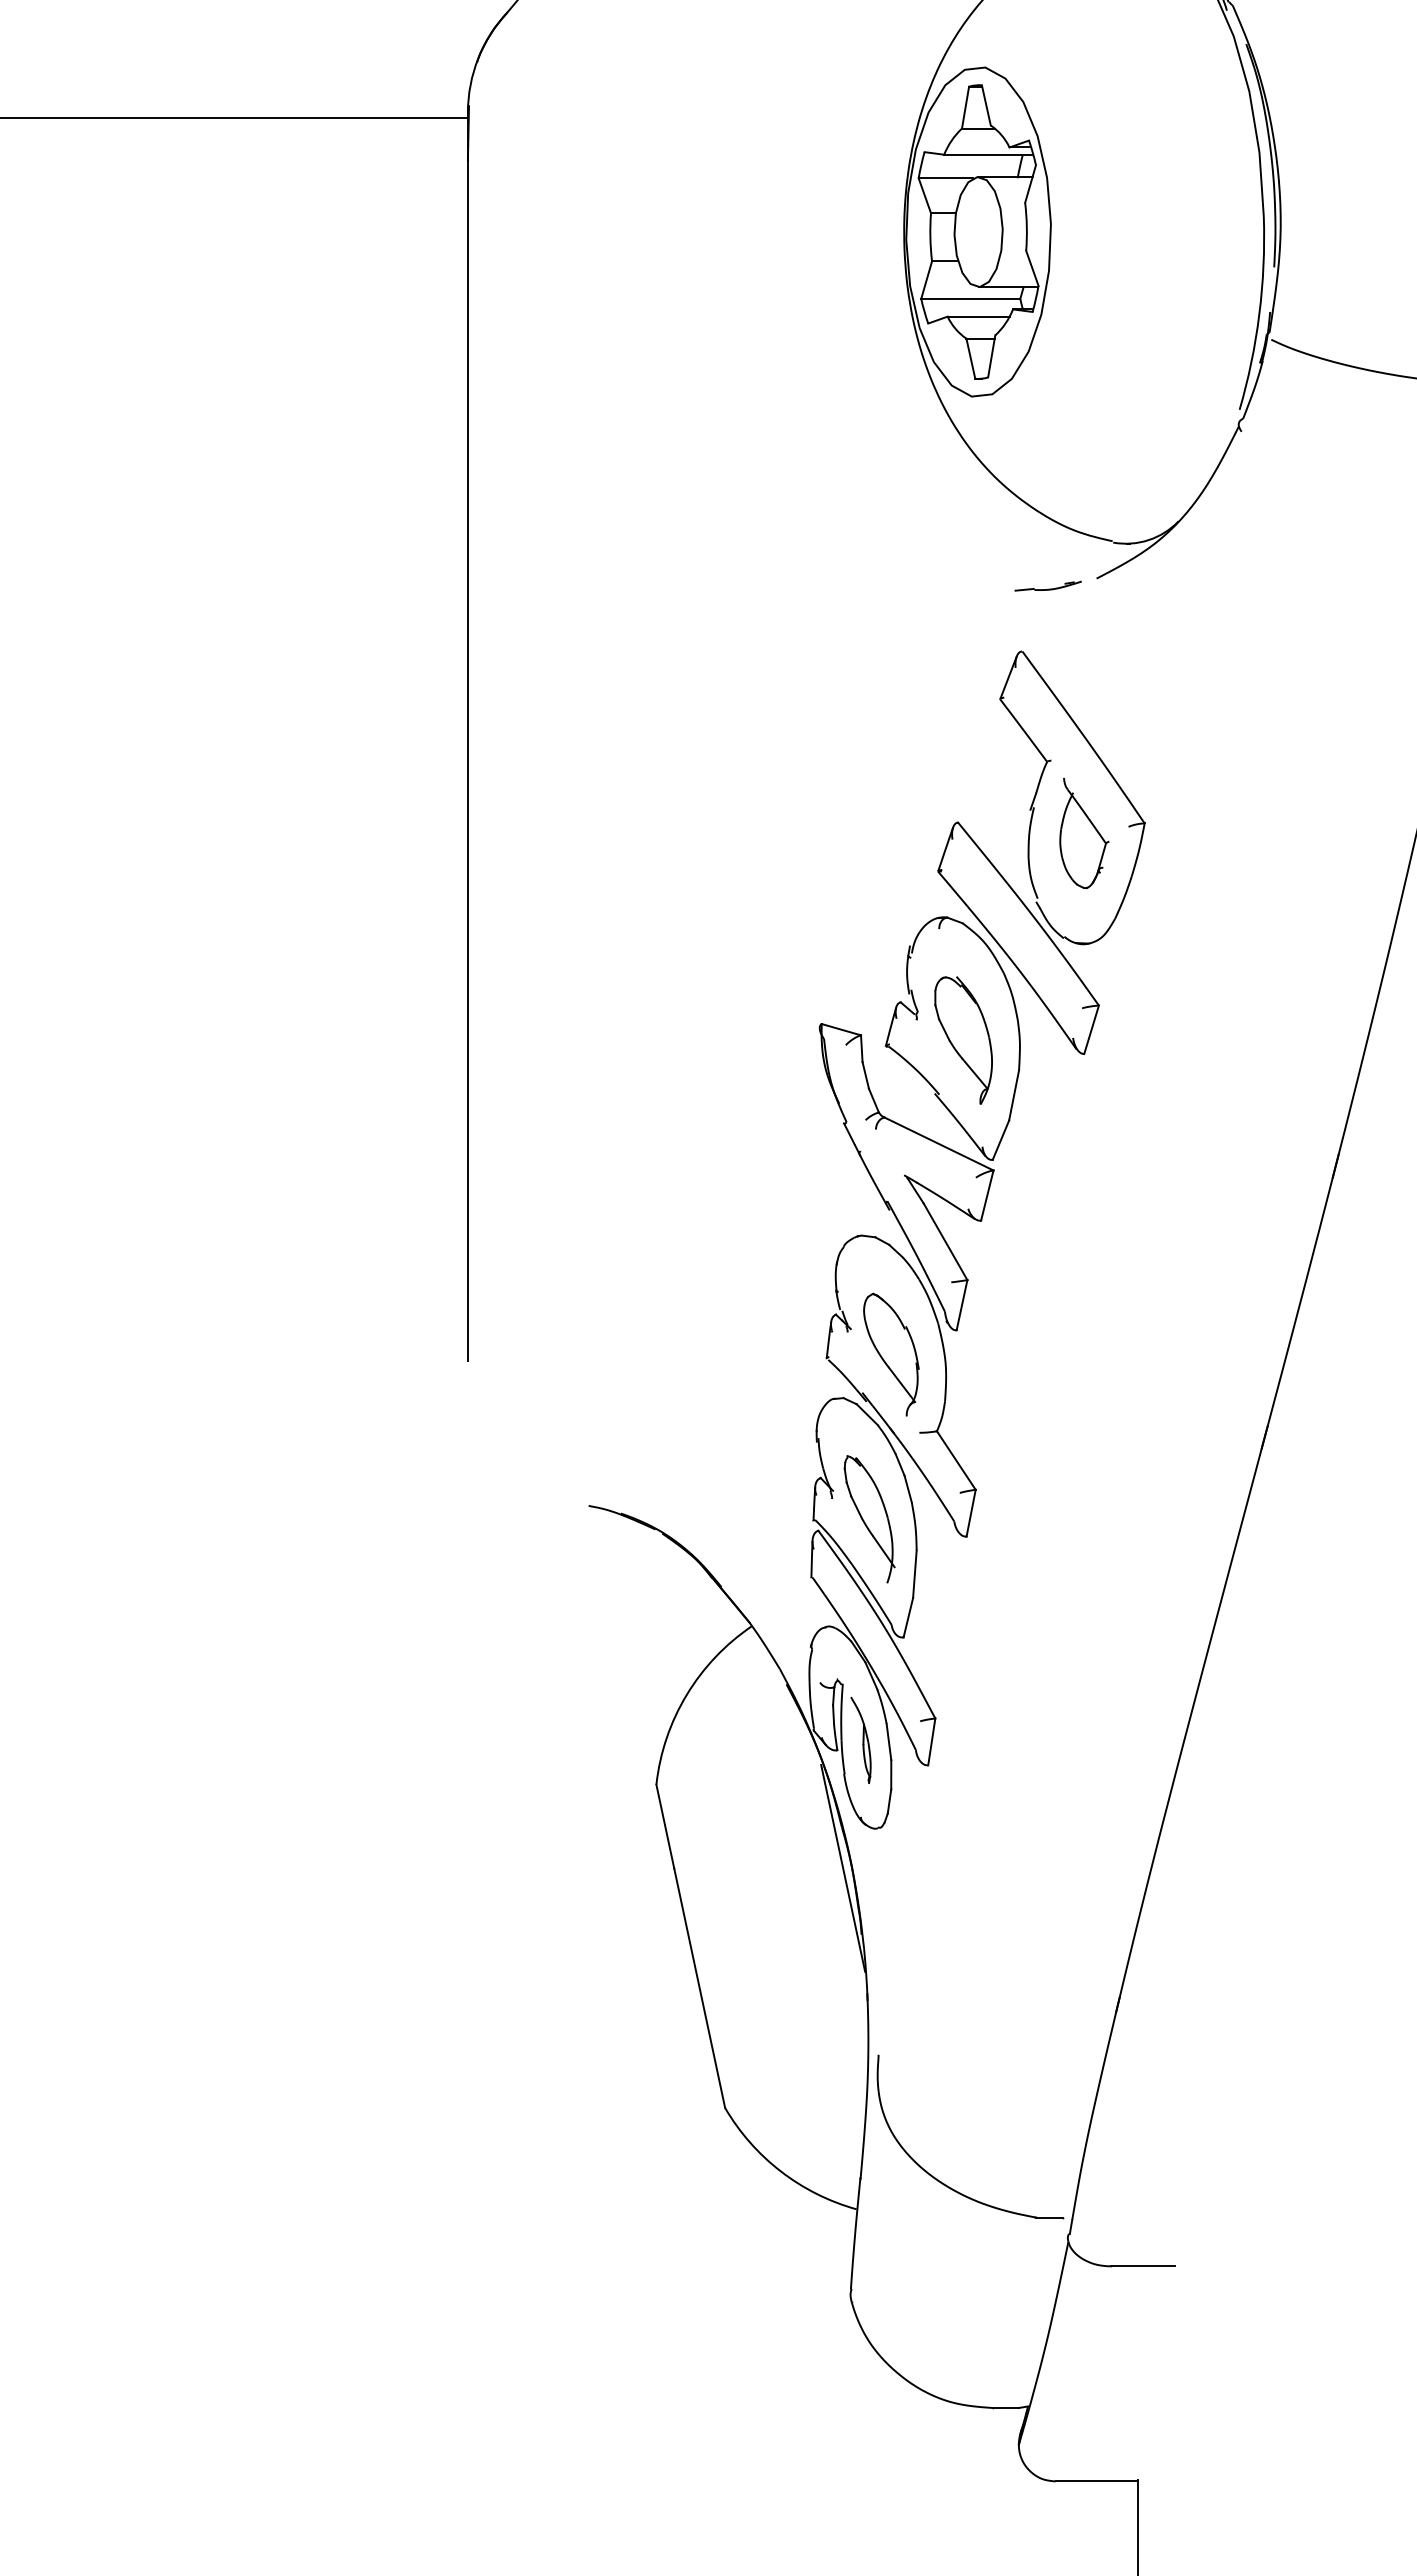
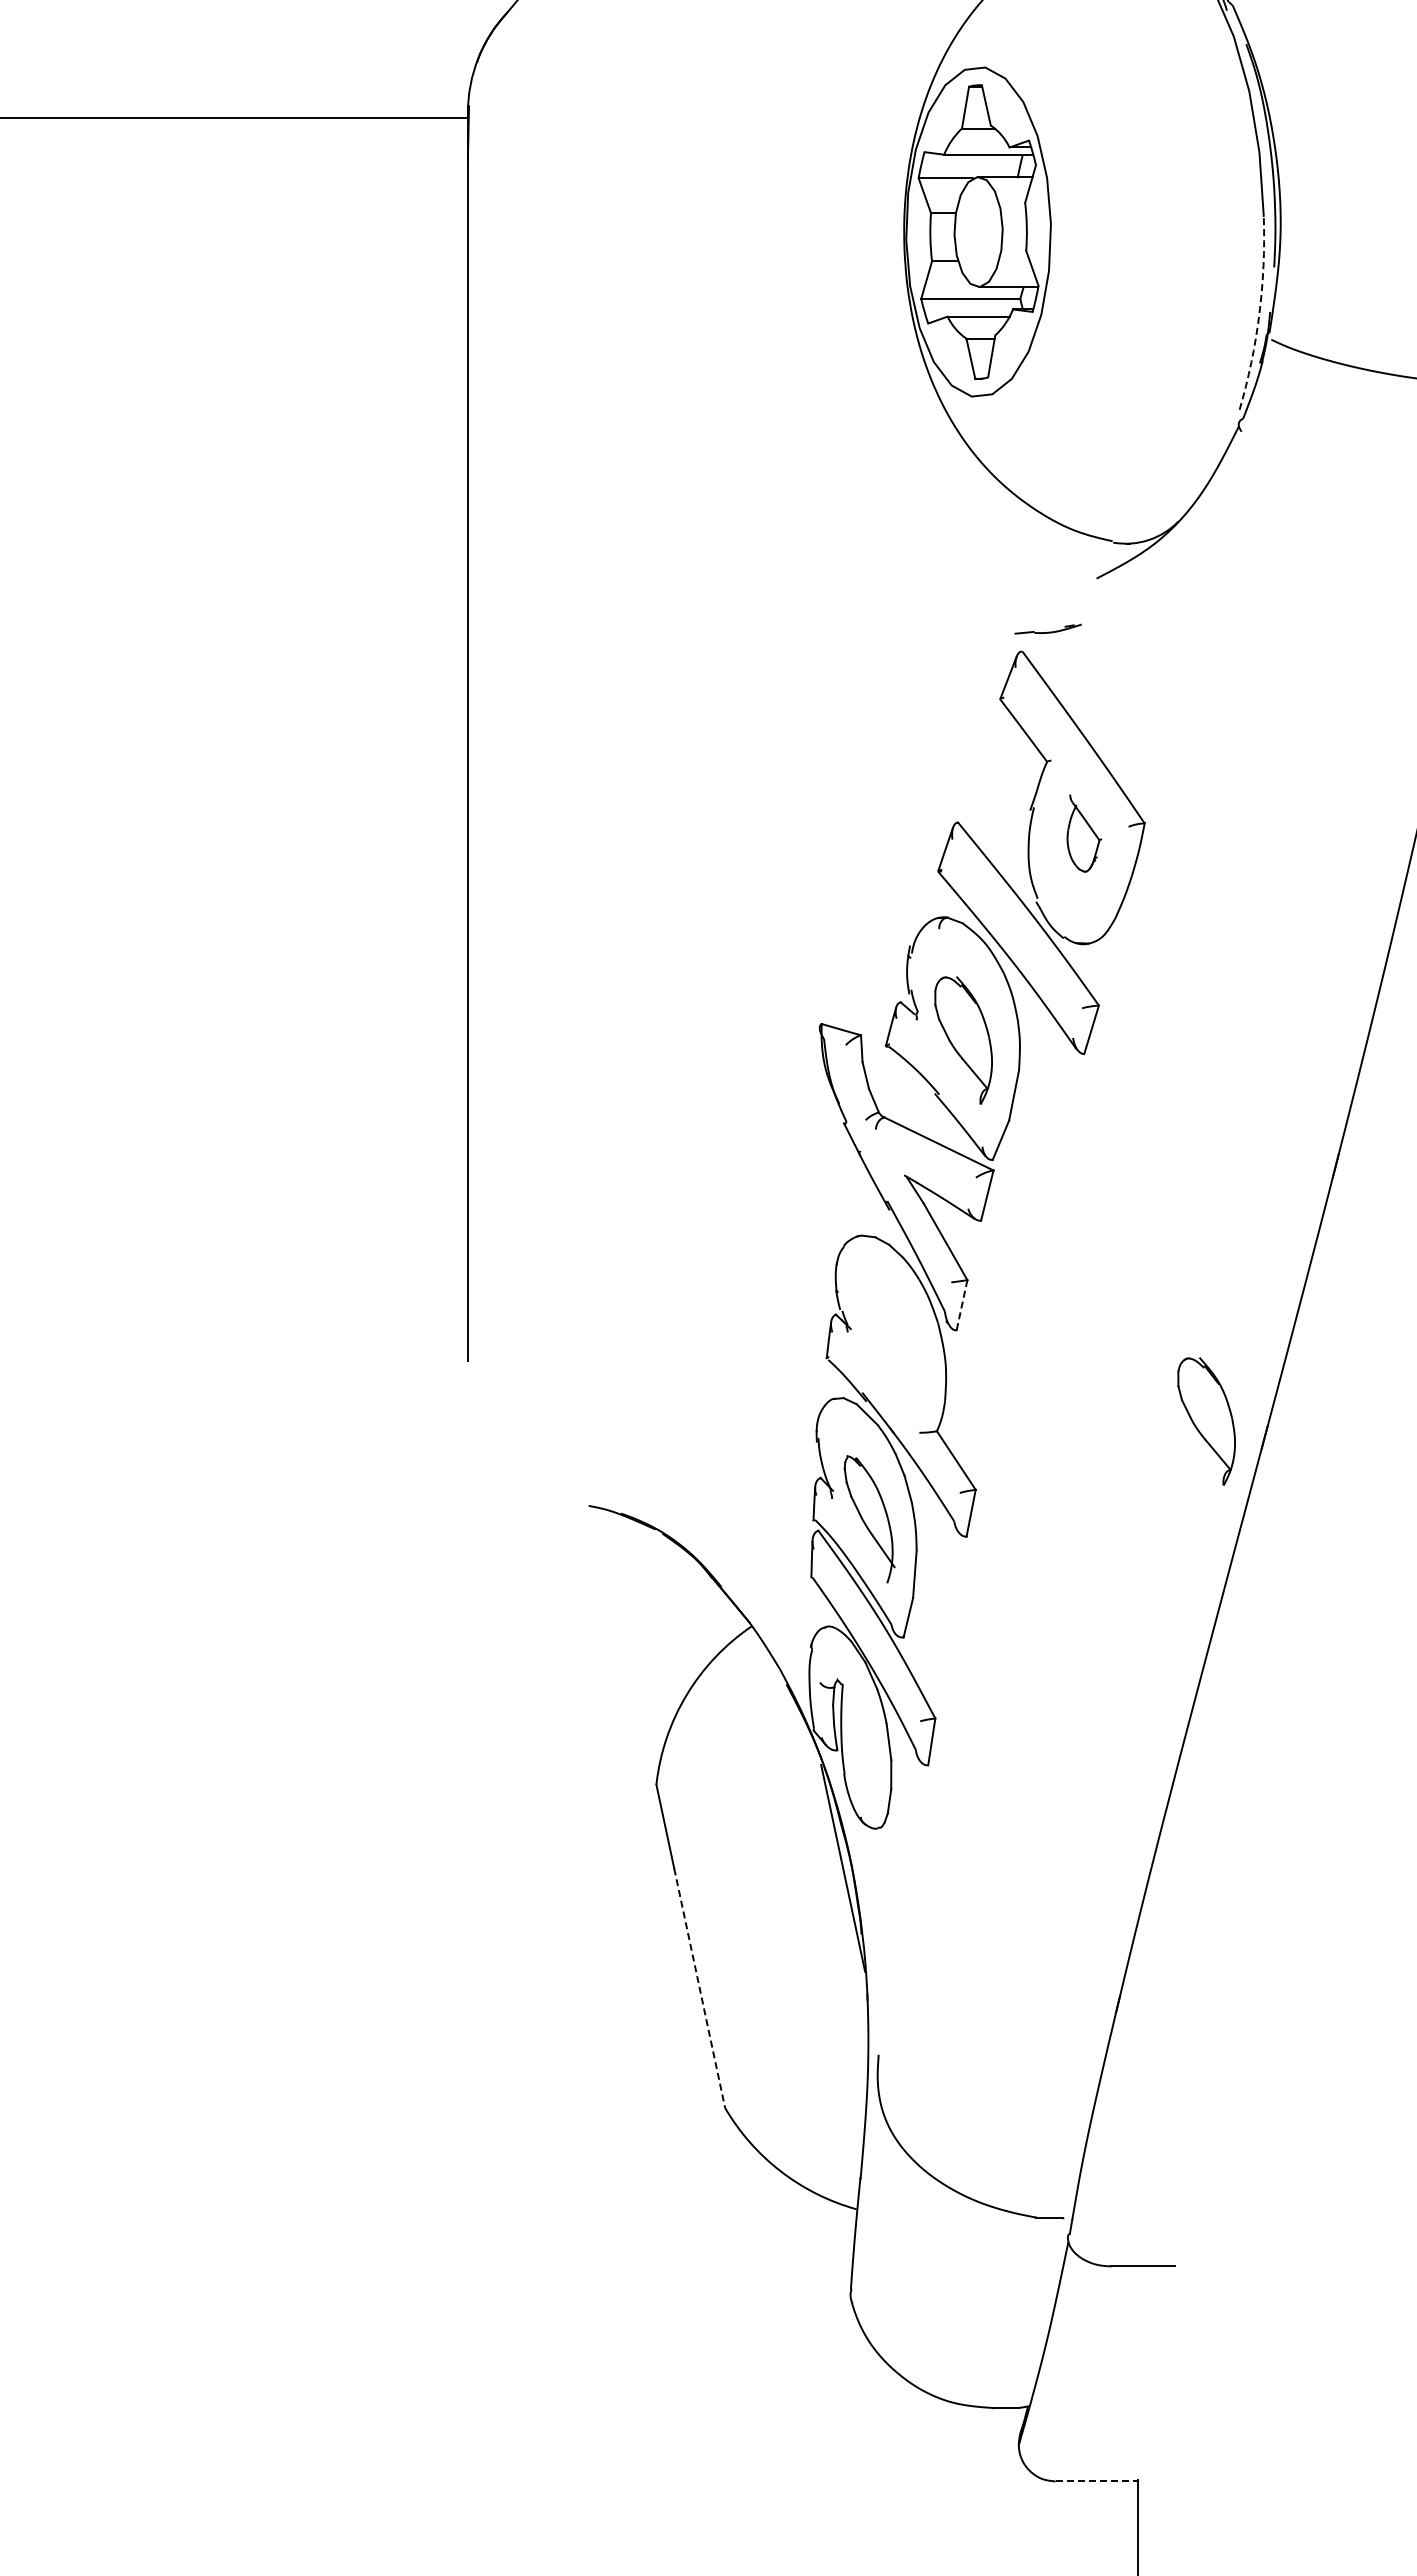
arc at (1259, 314): solid -> dashed
part at (1047, 585) position: (1047, 585) -> (1047, 628)
part at (1084, 833) size: 51x111 px -> 37x79 px
line at (962, 1305): solid -> dashed
part at (891, 1354): present -> none
part at (1206, 1421): none -> present
part at (860, 1739): present -> none
line at (699, 1988): solid -> dashed
line at (1097, 2481): solid -> dashed
